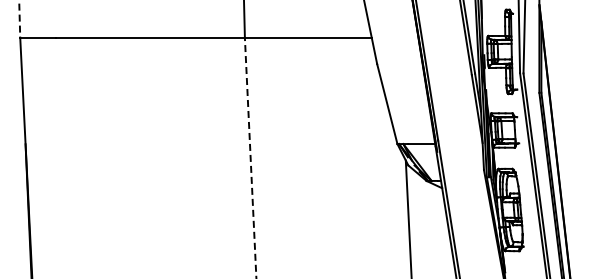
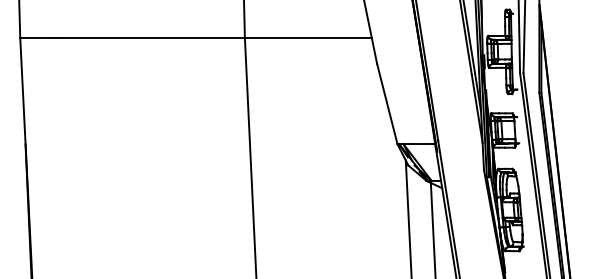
line at (19, 19): dashed -> solid
line at (250, 157): dashed -> solid
line at (432, 228): none -> present
